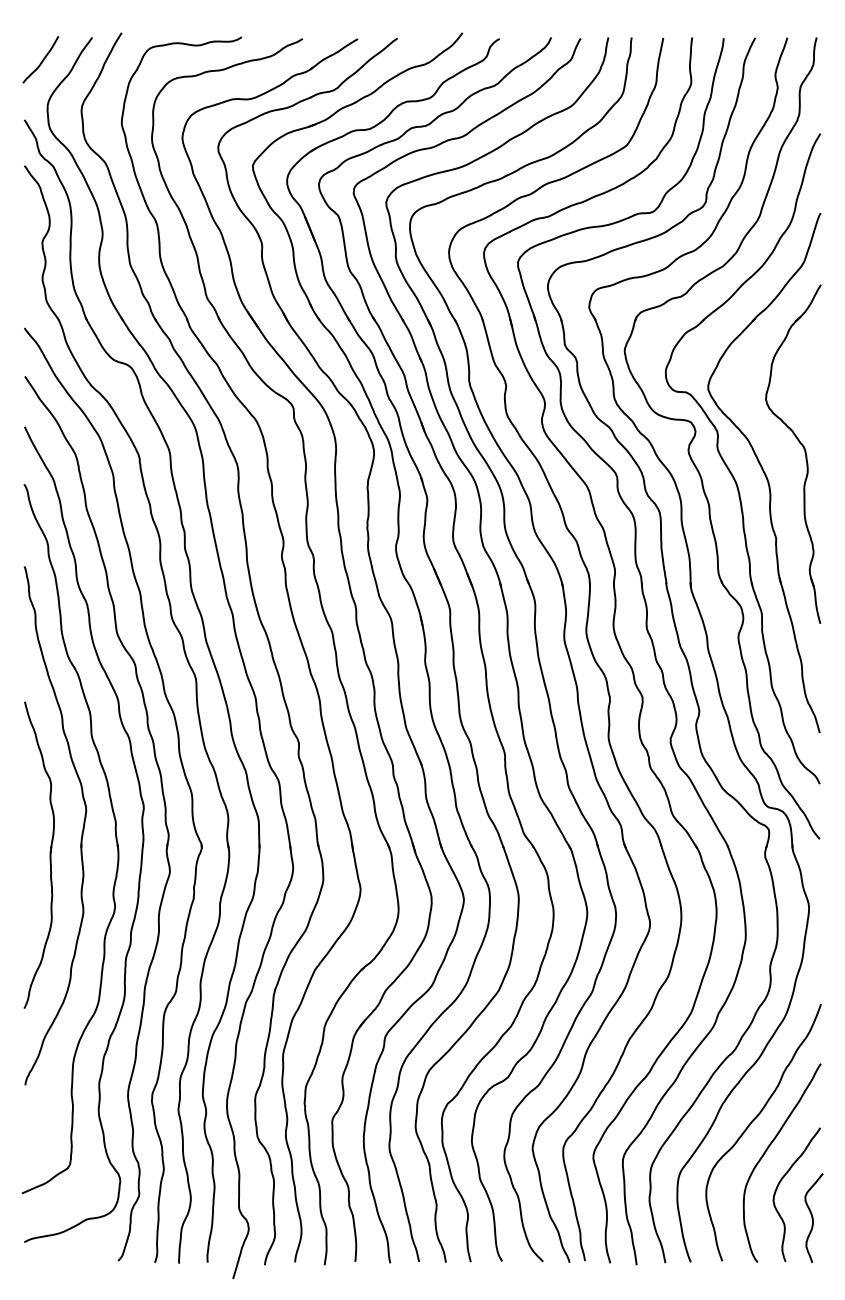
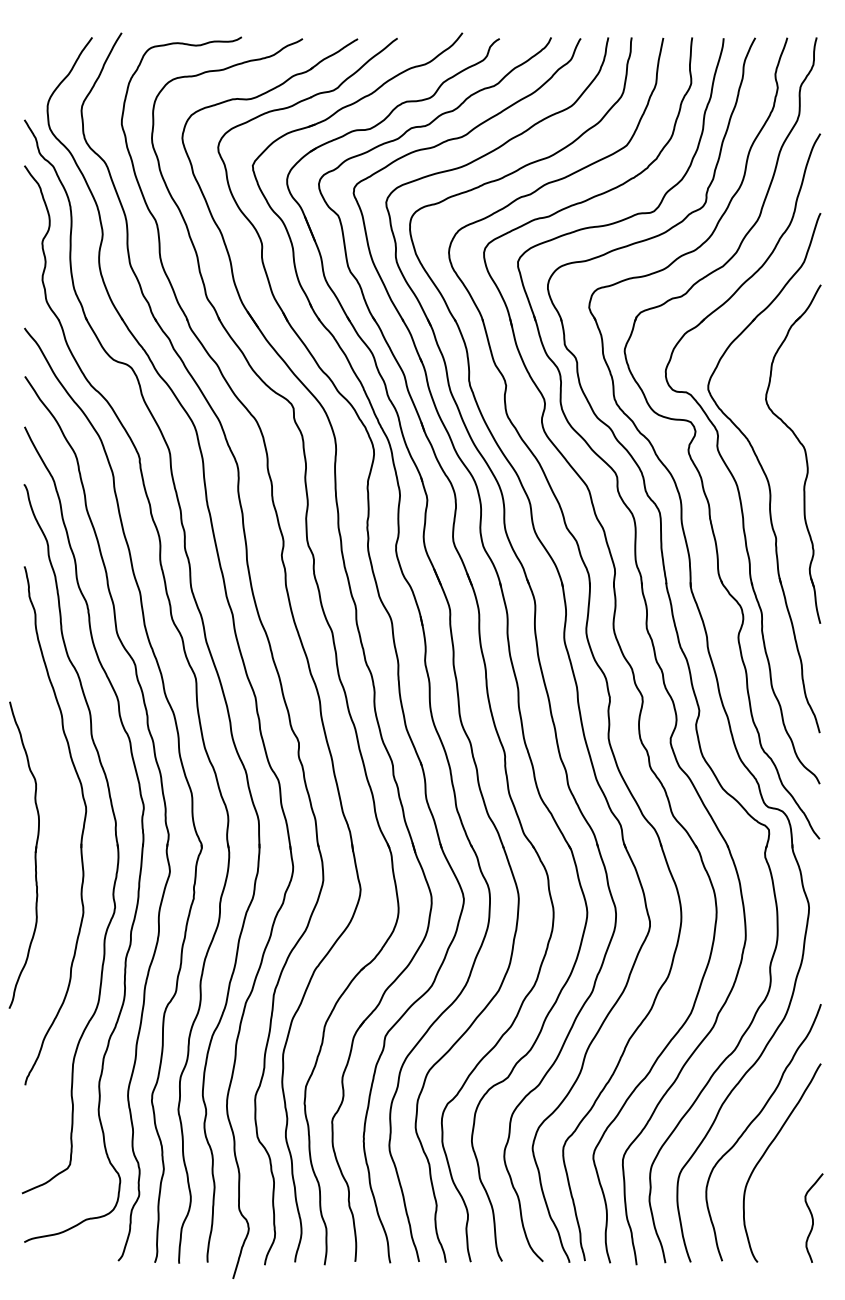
curve at (42, 59): present -> none
part at (49, 854) position: (49, 854) -> (34, 854)
curve at (779, 1185): present -> none
